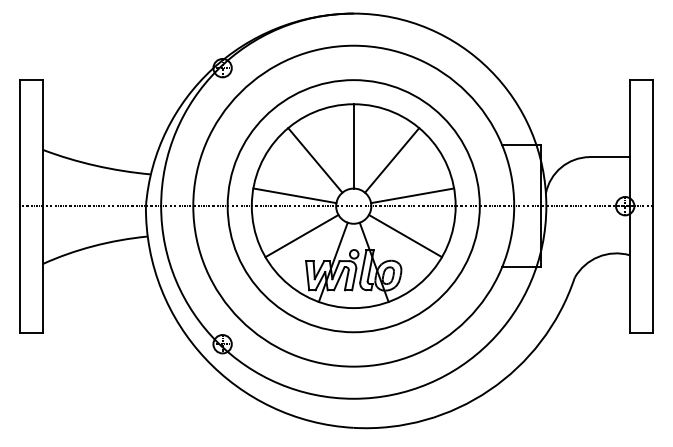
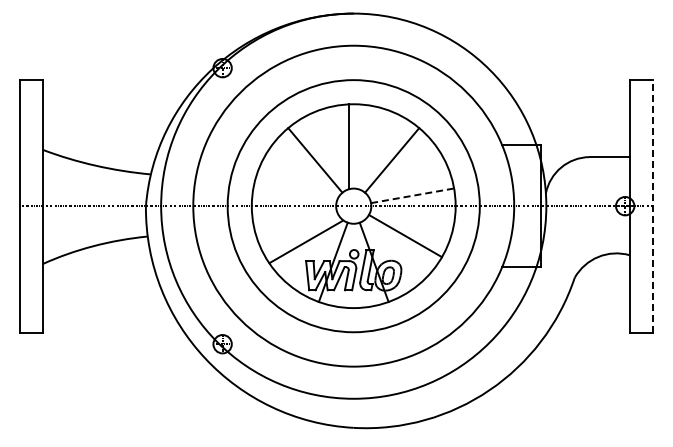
line at (353, 146) position: (353, 146) -> (348, 146)
line at (294, 195): present -> none
line at (413, 195): solid -> dashed
line at (652, 206): solid -> dashed
line at (301, 235) position: (301, 235) -> (305, 241)
